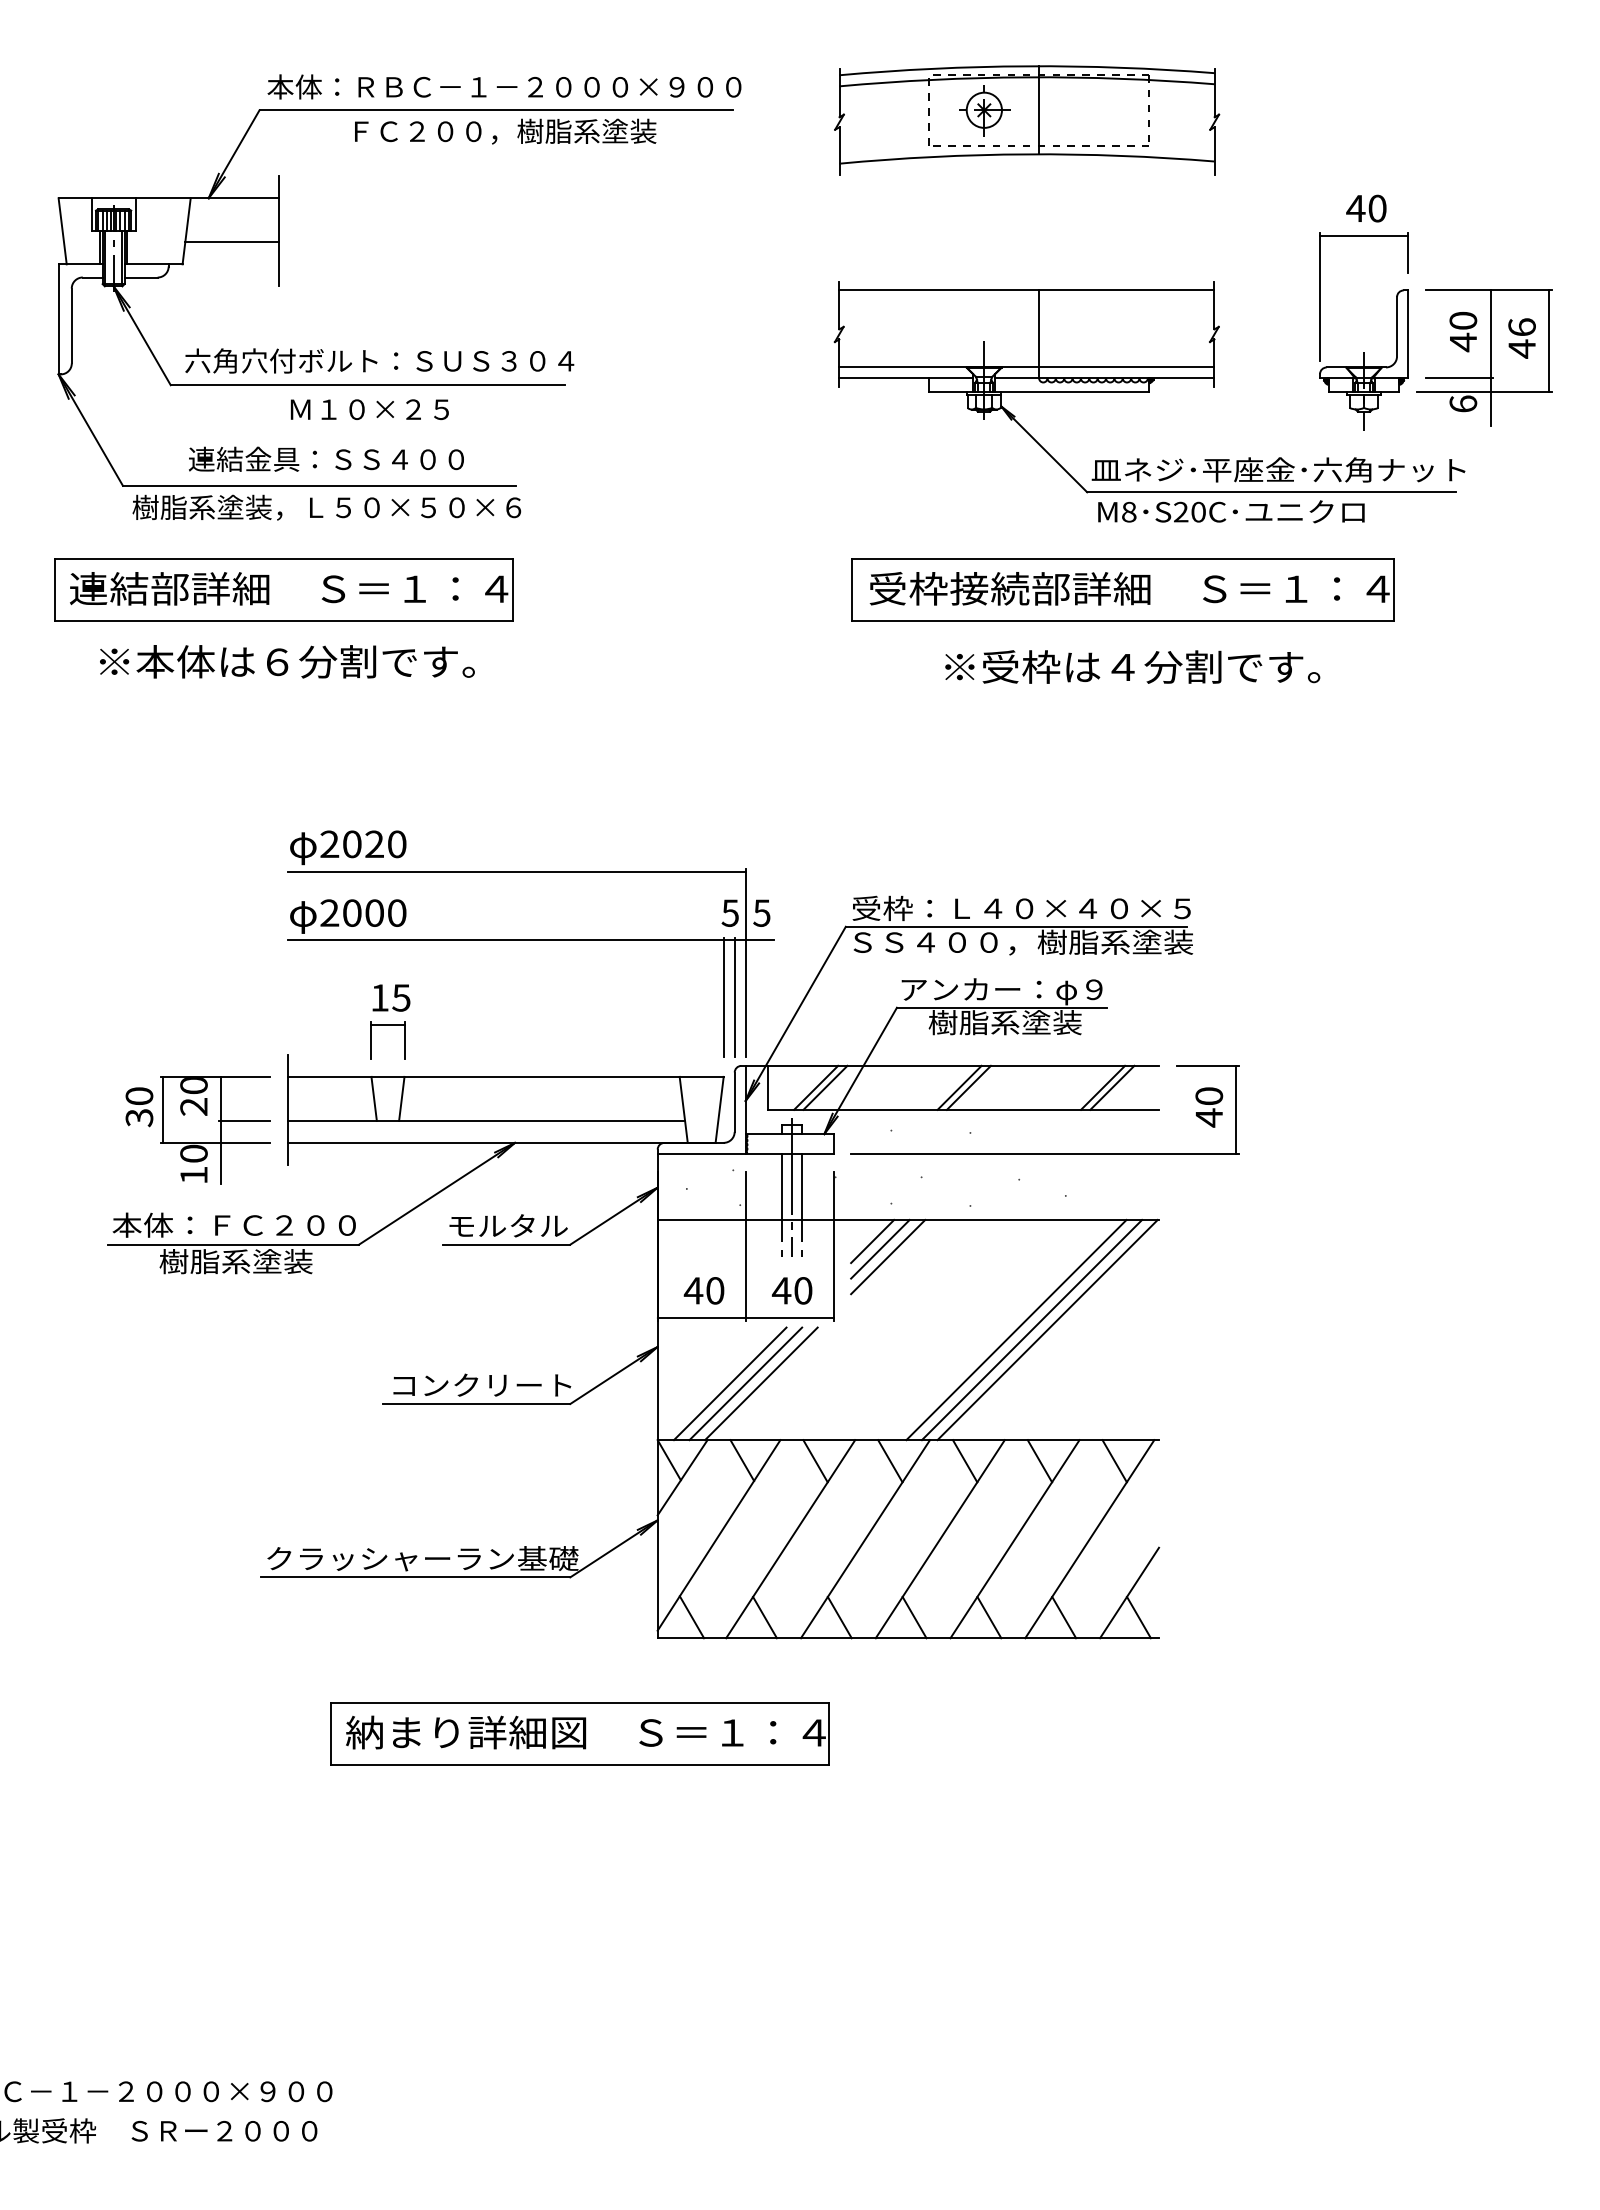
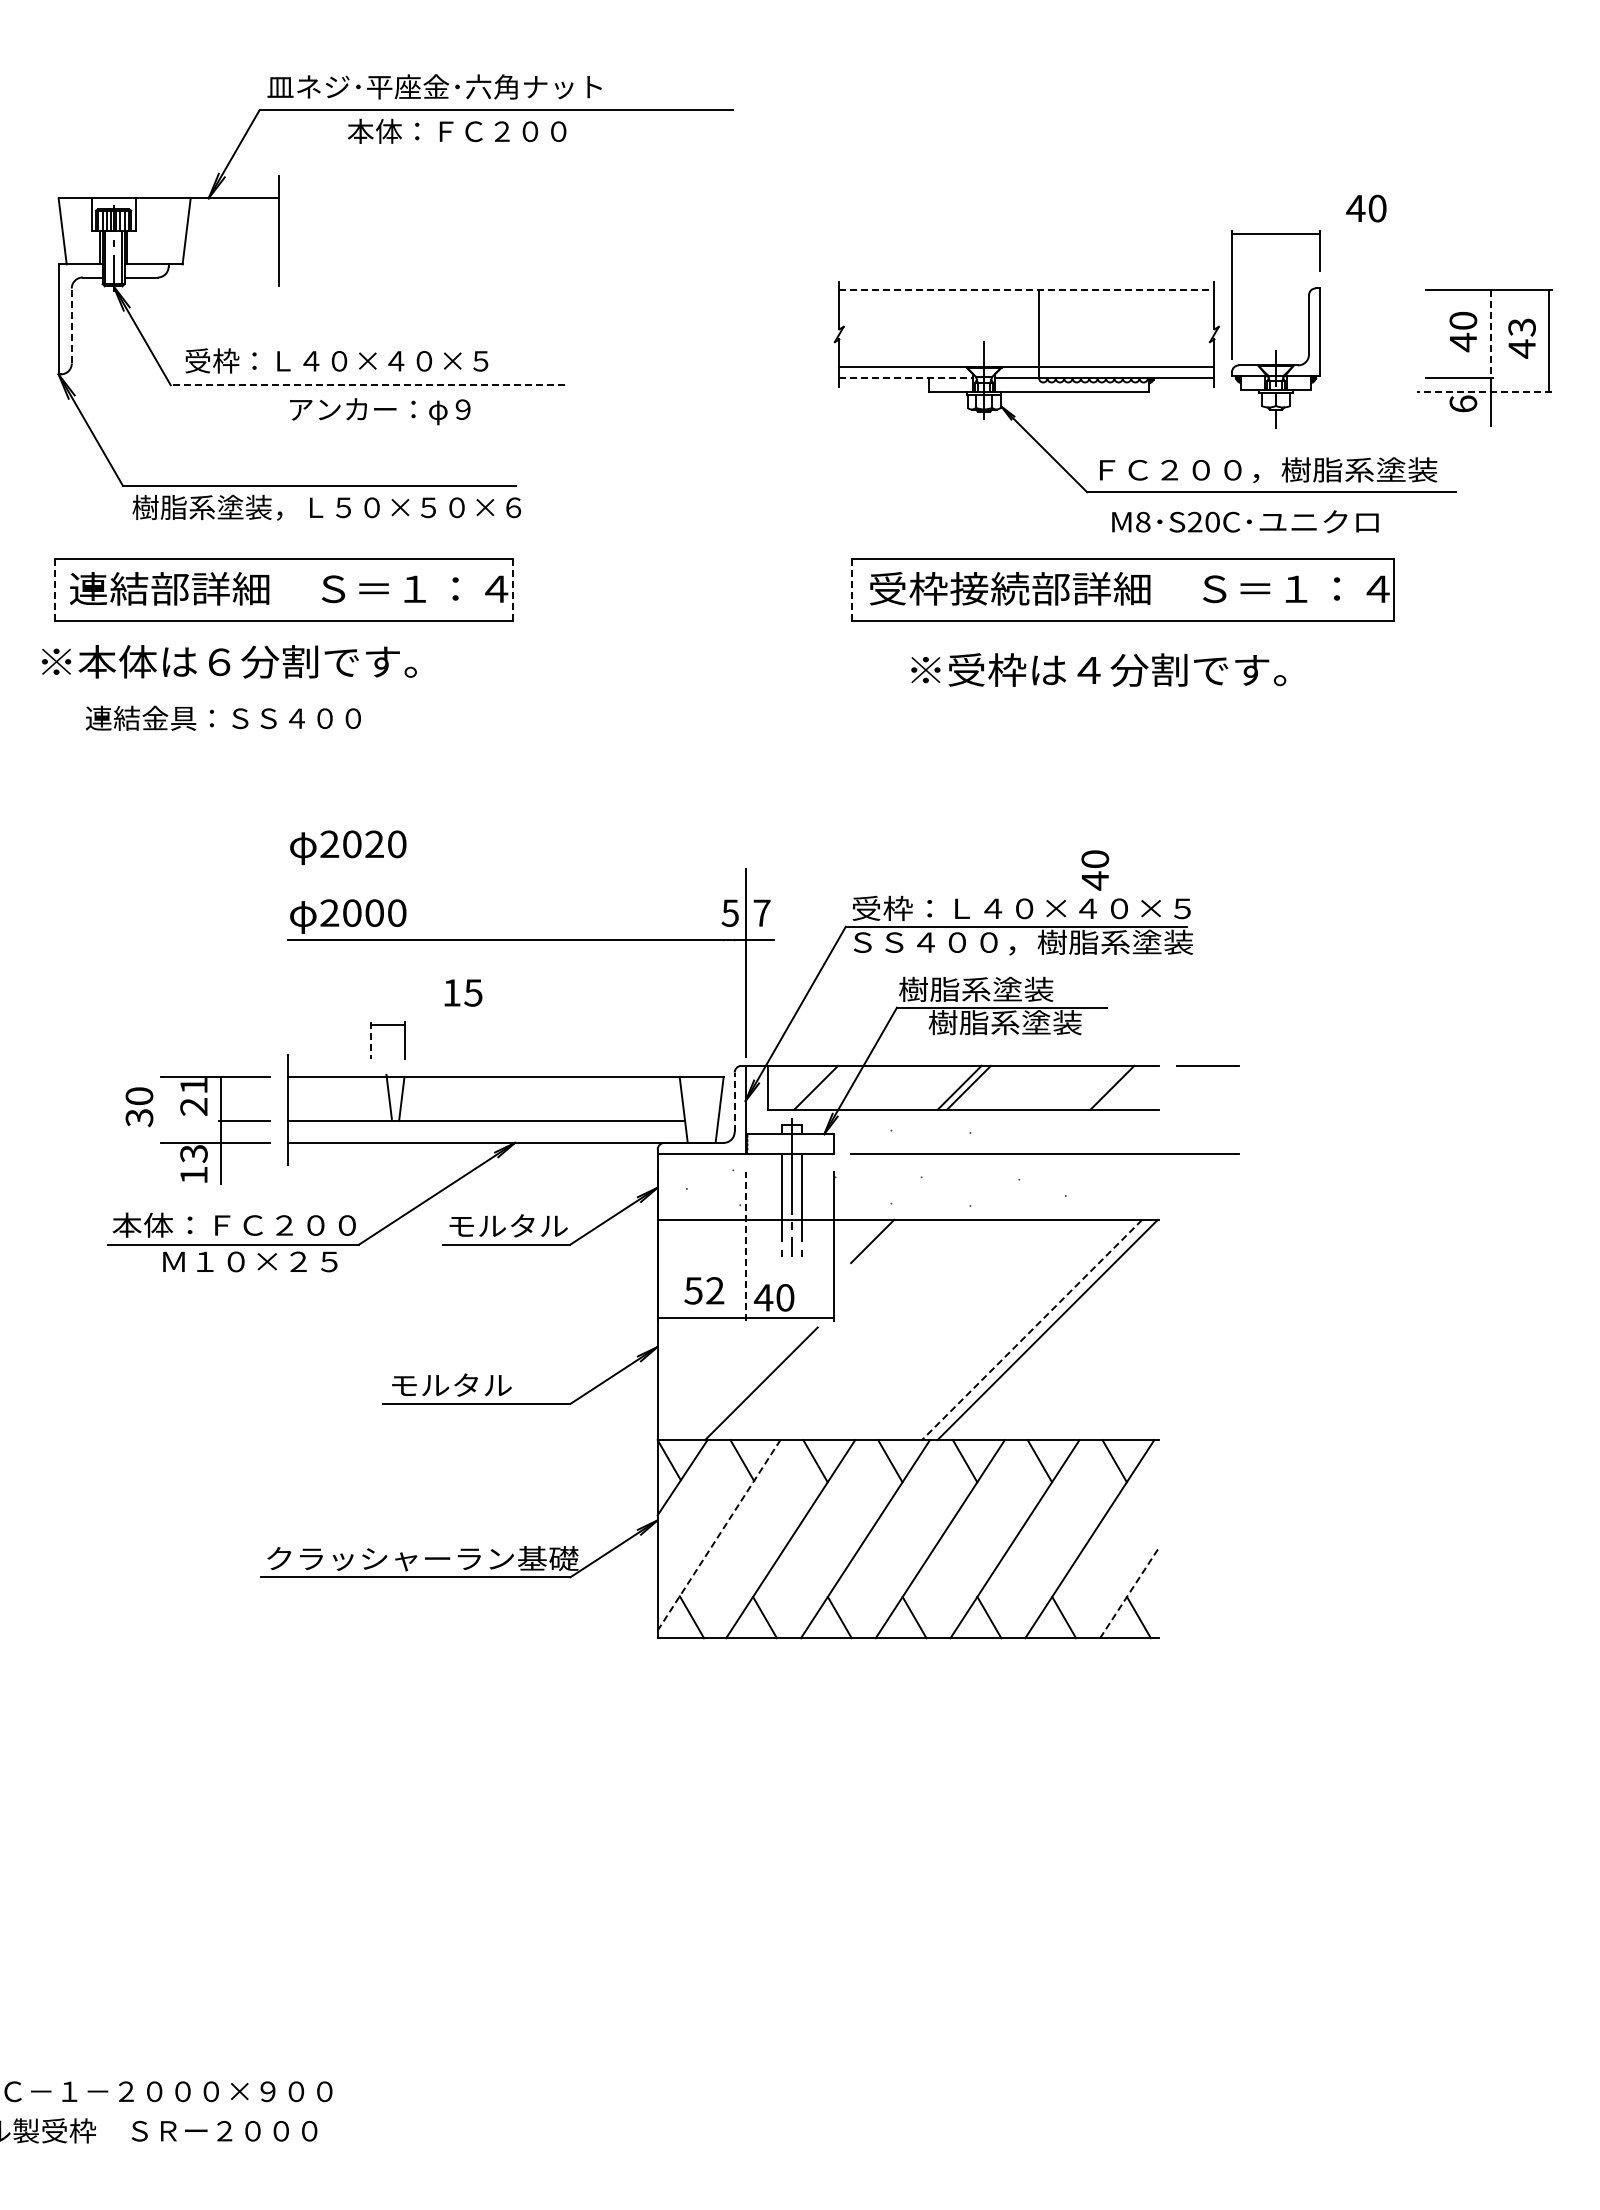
text at (504, 86): 本体：ＲＢＣ－１－２０００×９００ -> 皿ネジ･平座金･六角ナット
part at (1027, 120): present -> none
text at (501, 131): ＦＣ２００，樹脂系塗装 -> 本体：ＦＣ２００
line at (231, 242): present -> none
line at (1026, 290): solid -> dashed
line at (71, 325): solid -> dashed
text at (1521, 327): 46 -> 43
line at (1490, 334): solid -> dashed
part at (1363, 352) position: (1363, 352) -> (1275, 350)
text at (379, 360): 六角穴付ボルト：ＳＵＳ３０４ -> 受枠：Ｌ４０×４０×５
line at (906, 378): solid -> dashed
line at (367, 385): solid -> dashed
line at (1484, 391): solid -> dashed
text at (380, 411): Ｍ１０×２５ -> アンカー：φ９
text at (326, 458) position: (326, 458) -> (223, 717)
text at (1278, 469): 皿ネジ･平座金･六角ナット -> ＦＣ２００，樹脂系塗装
text at (1231, 511) position: (1231, 511) -> (1245, 521)
line at (55, 590): solid -> dashed
line at (512, 590): solid -> dashed
line at (851, 590): solid -> dashed
text at (287, 661) position: (287, 661) -> (229, 661)
text at (1132, 666) position: (1132, 666) -> (1098, 669)
line at (516, 871): present -> none
text at (761, 912): 5 -> 7
text at (1000, 990): アンカー：φ９ -> 樹脂系塗装
text at (391, 997) position: (391, 997) -> (463, 992)
line at (723, 997): present -> none
line at (734, 997): present -> none
line at (371, 1041): solid -> dashed
text at (193, 1085): 20 -> 21
line at (825, 1087): present -> none
line at (1103, 1087): present -> none
line at (373, 1098) position: (373, 1098) -> (388, 1096)
line at (734, 1102): solid -> dashed
text at (1209, 1107) position: (1209, 1107) -> (1095, 870)
line at (163, 1109): present -> none
line at (1236, 1109): present -> none
text at (193, 1153): 10 -> 13
line at (745, 1246): solid -> dashed
line at (880, 1248): present -> none
line at (888, 1256): present -> none
text at (248, 1261): 樹脂系塗装 -> Ｍ１０×２５
text at (703, 1290): 40 -> 52
text at (791, 1290) position: (791, 1290) -> (773, 1297)
line at (1016, 1329): present -> none
line at (1032, 1330): solid -> dashed
line at (729, 1383): present -> none
line at (745, 1383): present -> none
text at (481, 1384): コンクリート -> モルタル
line at (719, 1534): solid -> dashed
line at (1129, 1593): solid -> dashed
part at (579, 1733): present -> none
